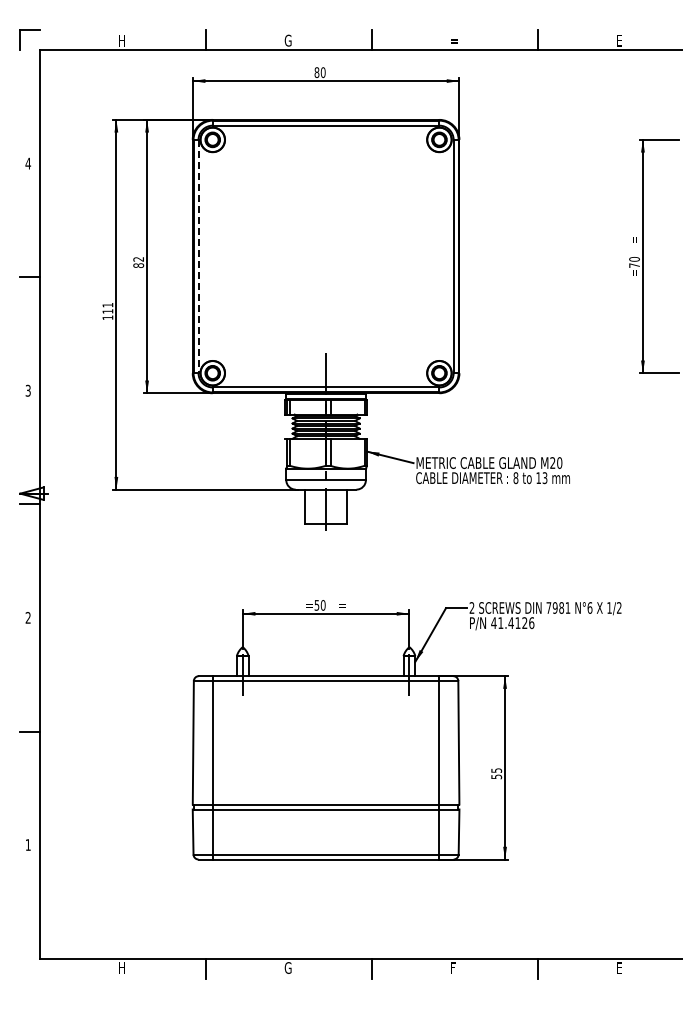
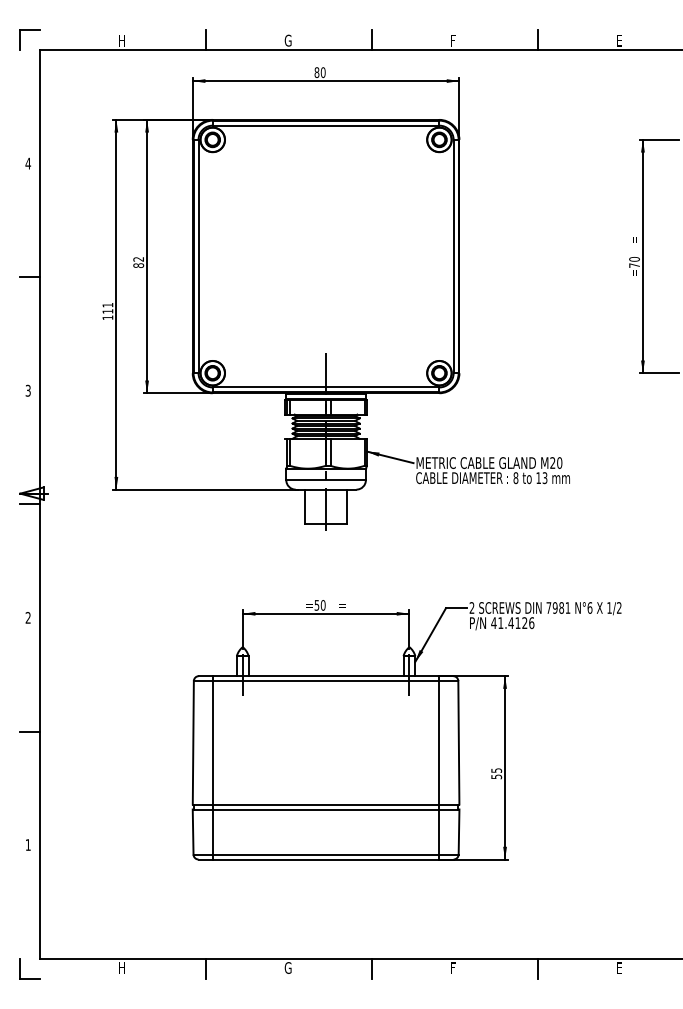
text at (454, 40): = -> F
line at (198, 256): dashed -> solid
part at (20, 968): none -> present
